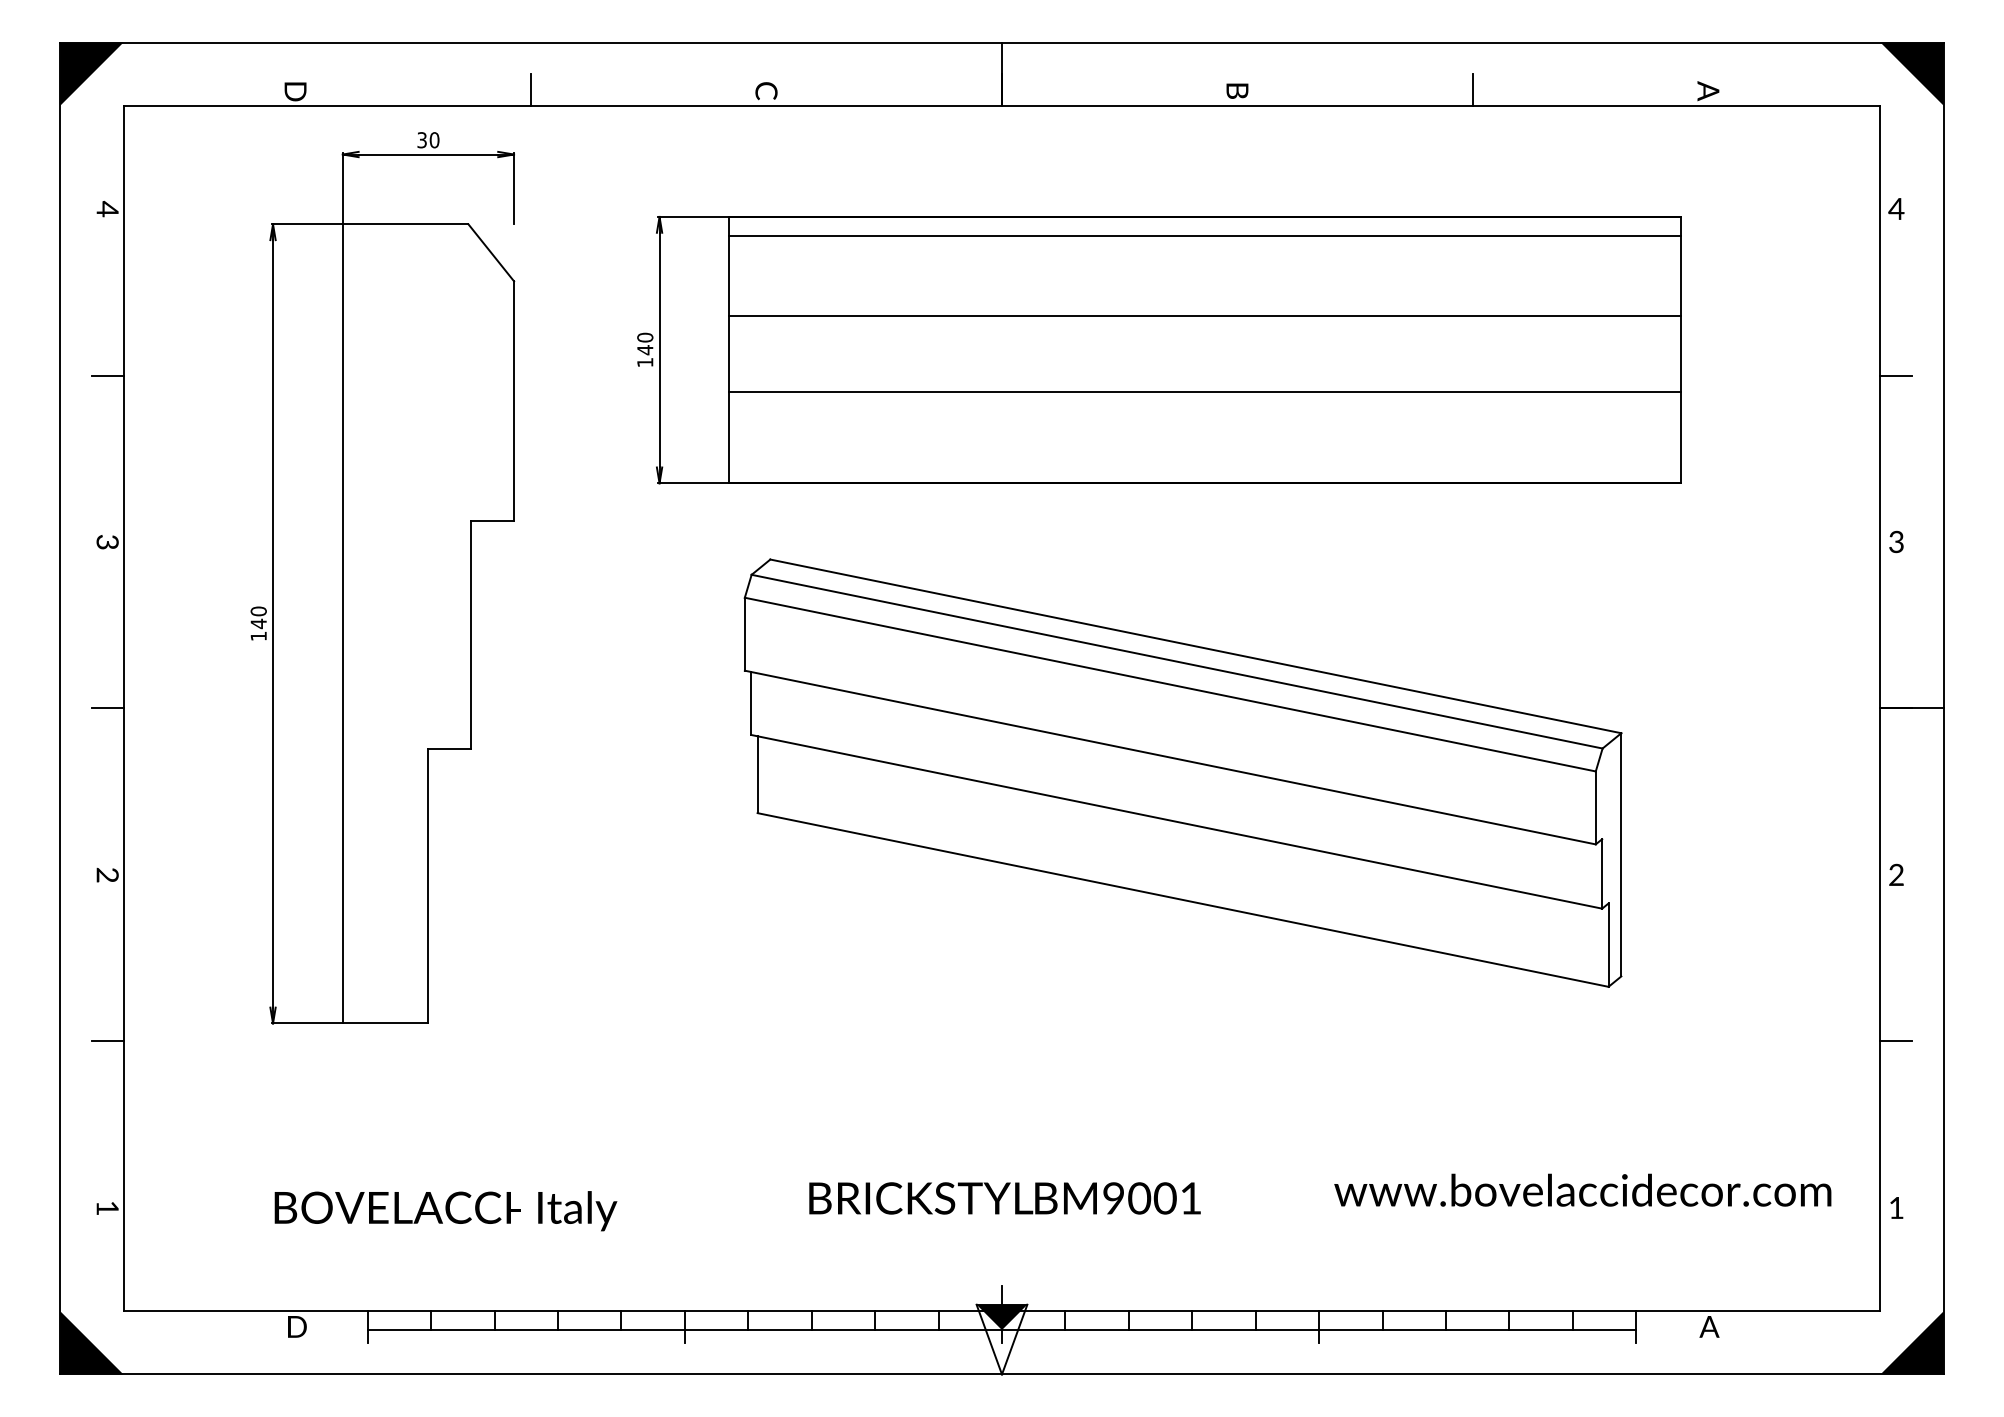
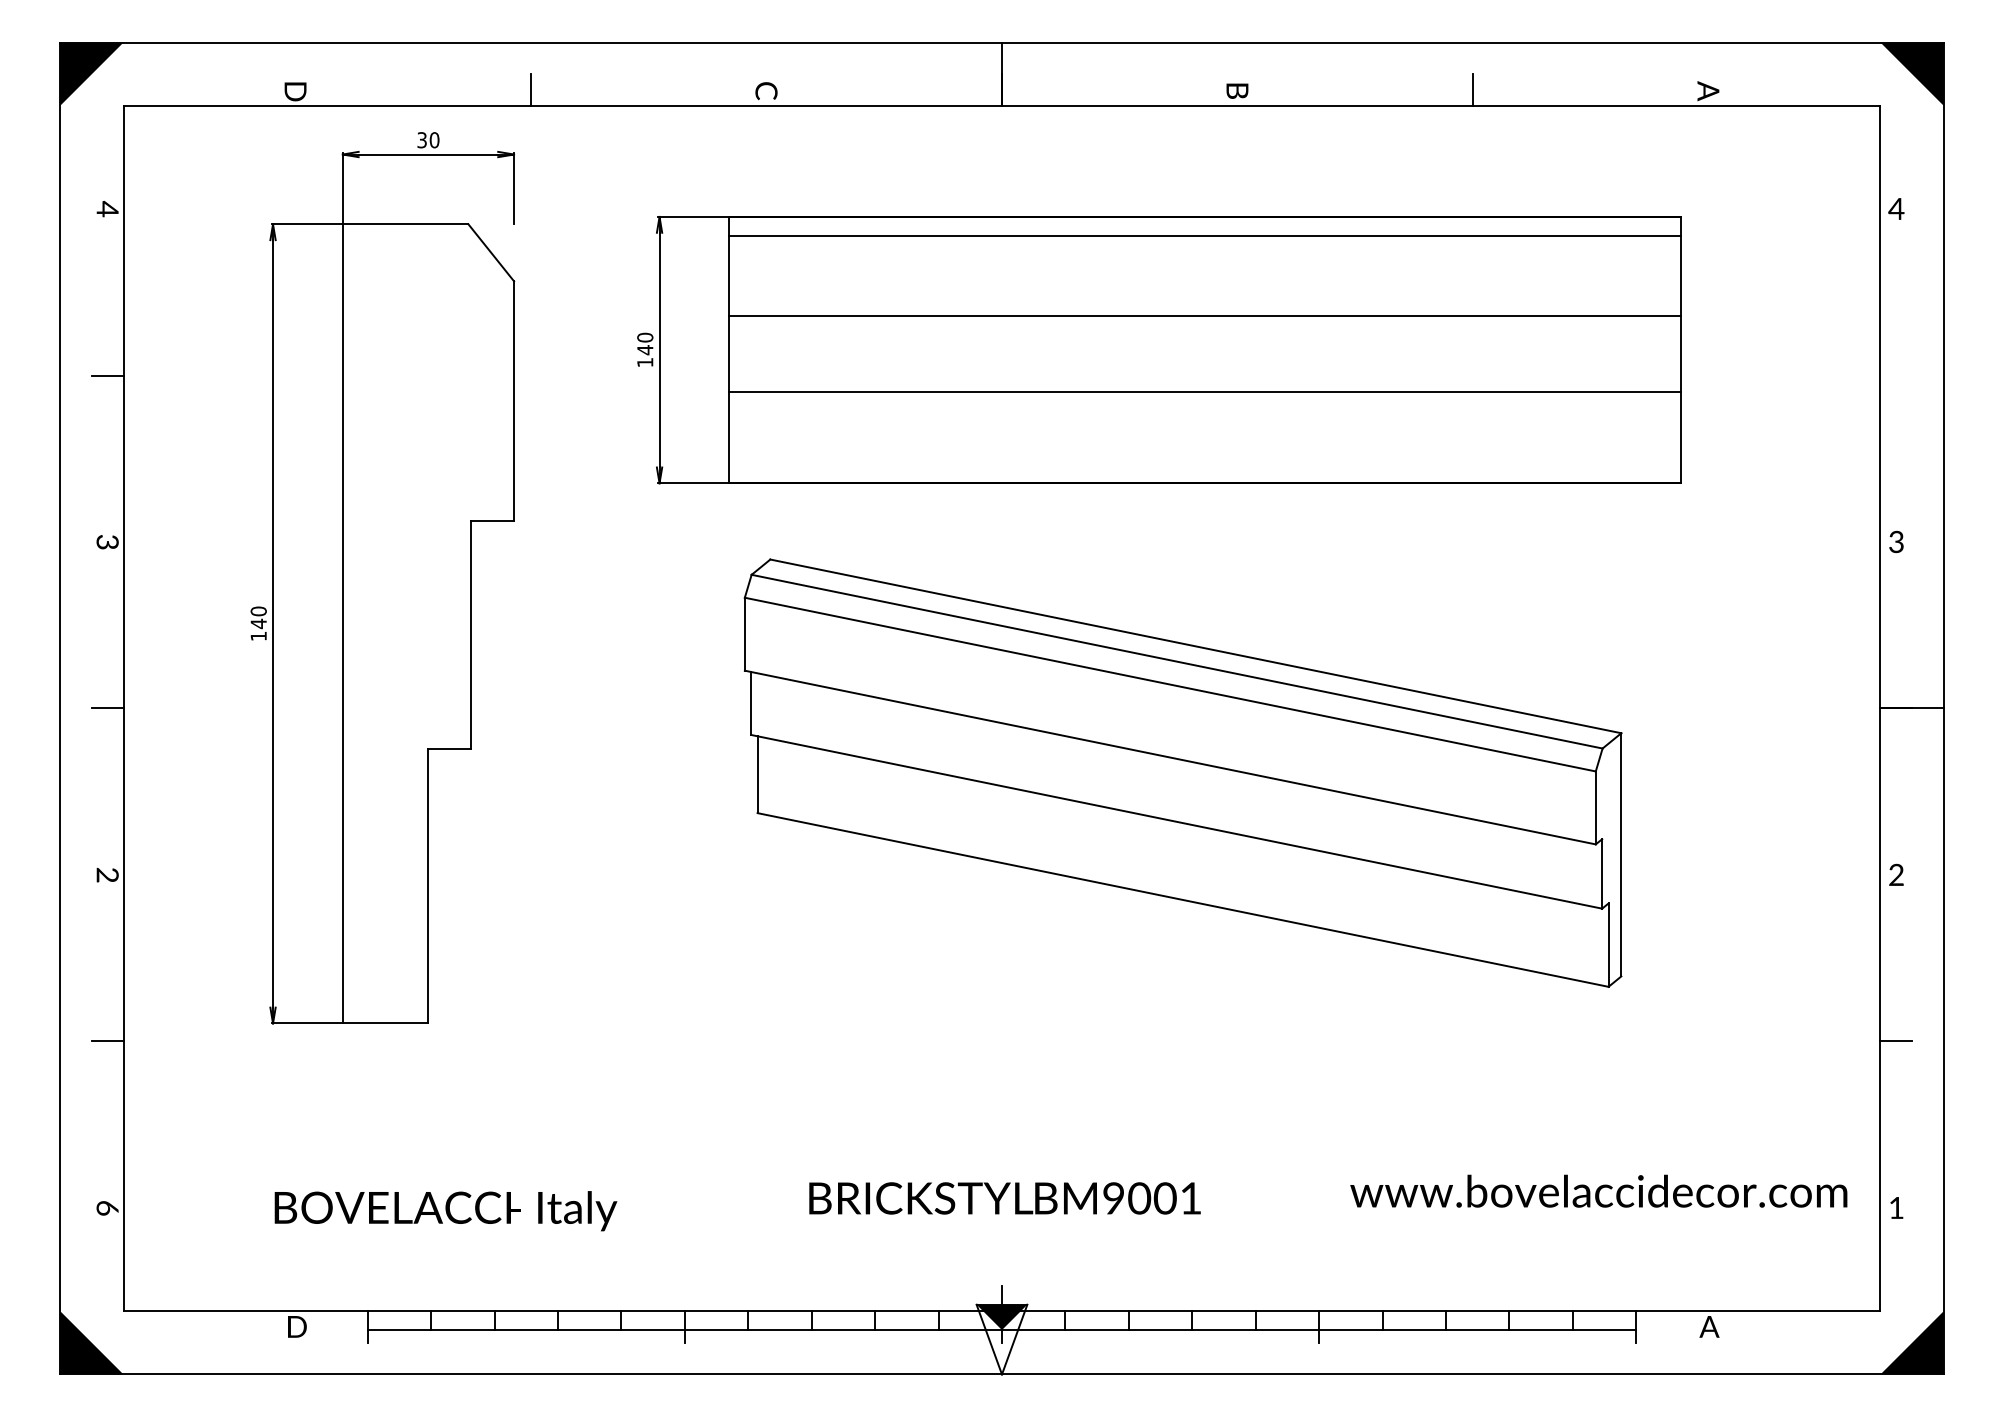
line at (1896, 375): present -> none
text at (1582, 1189) position: (1582, 1189) -> (1598, 1190)
text at (107, 1208): 1 -> 6
